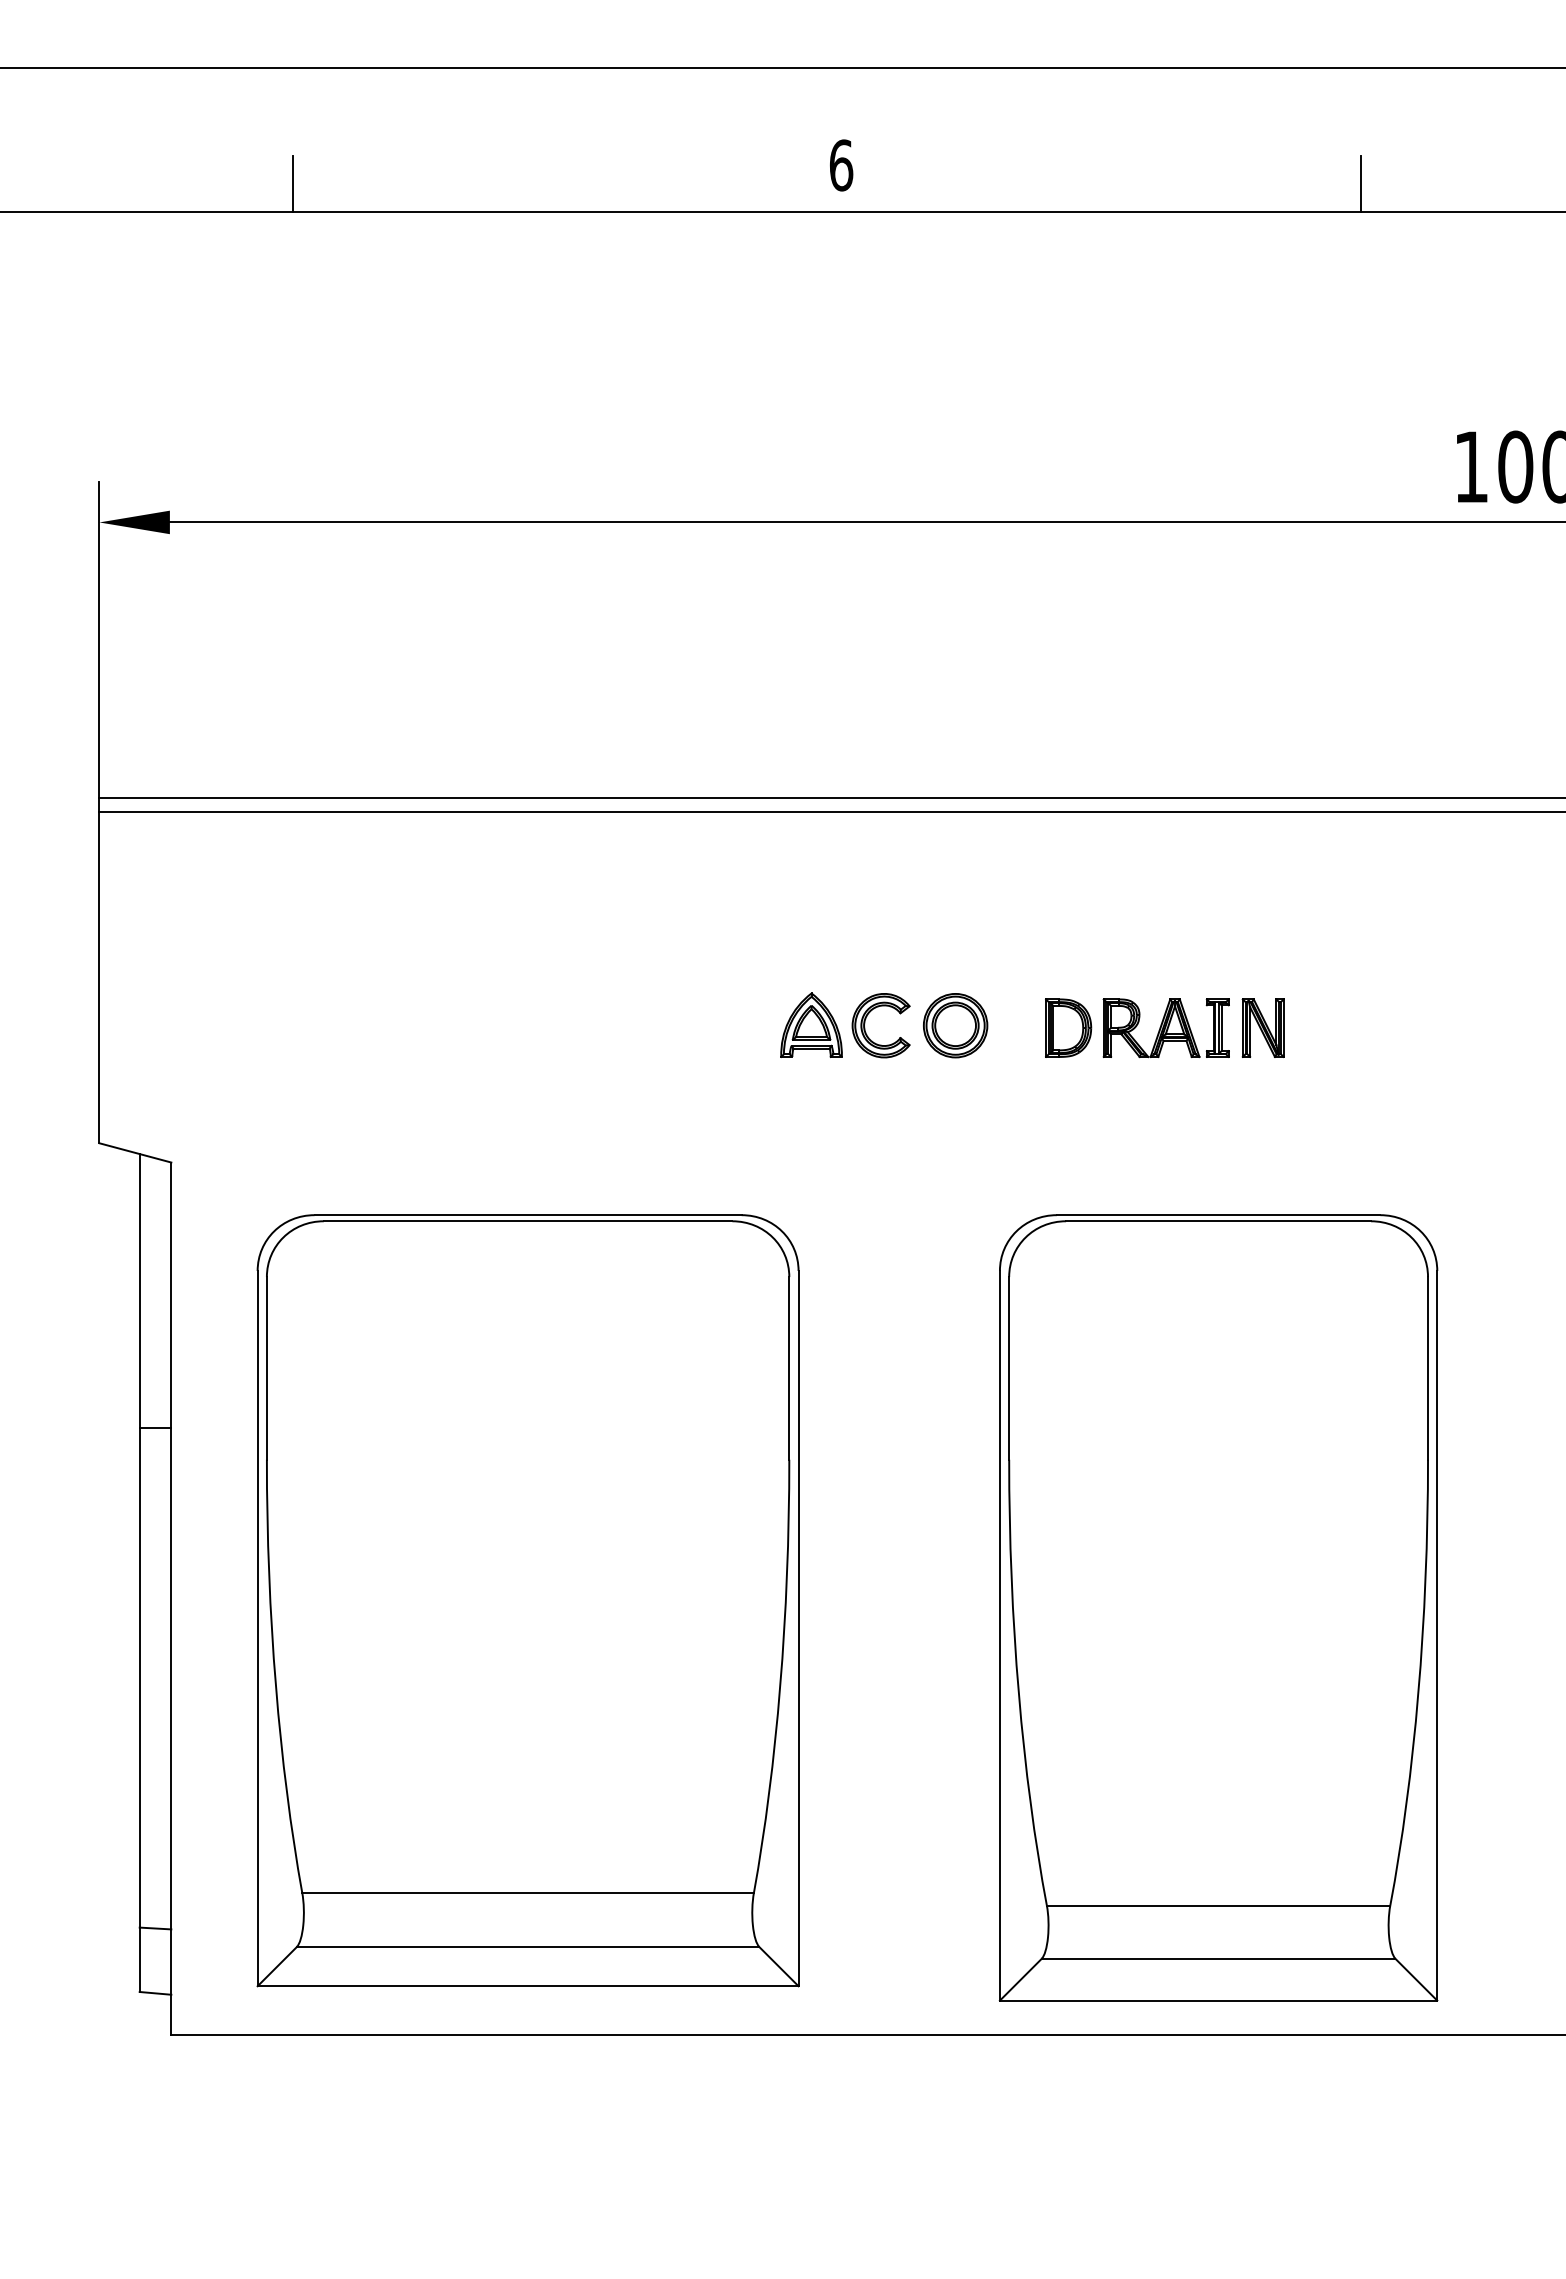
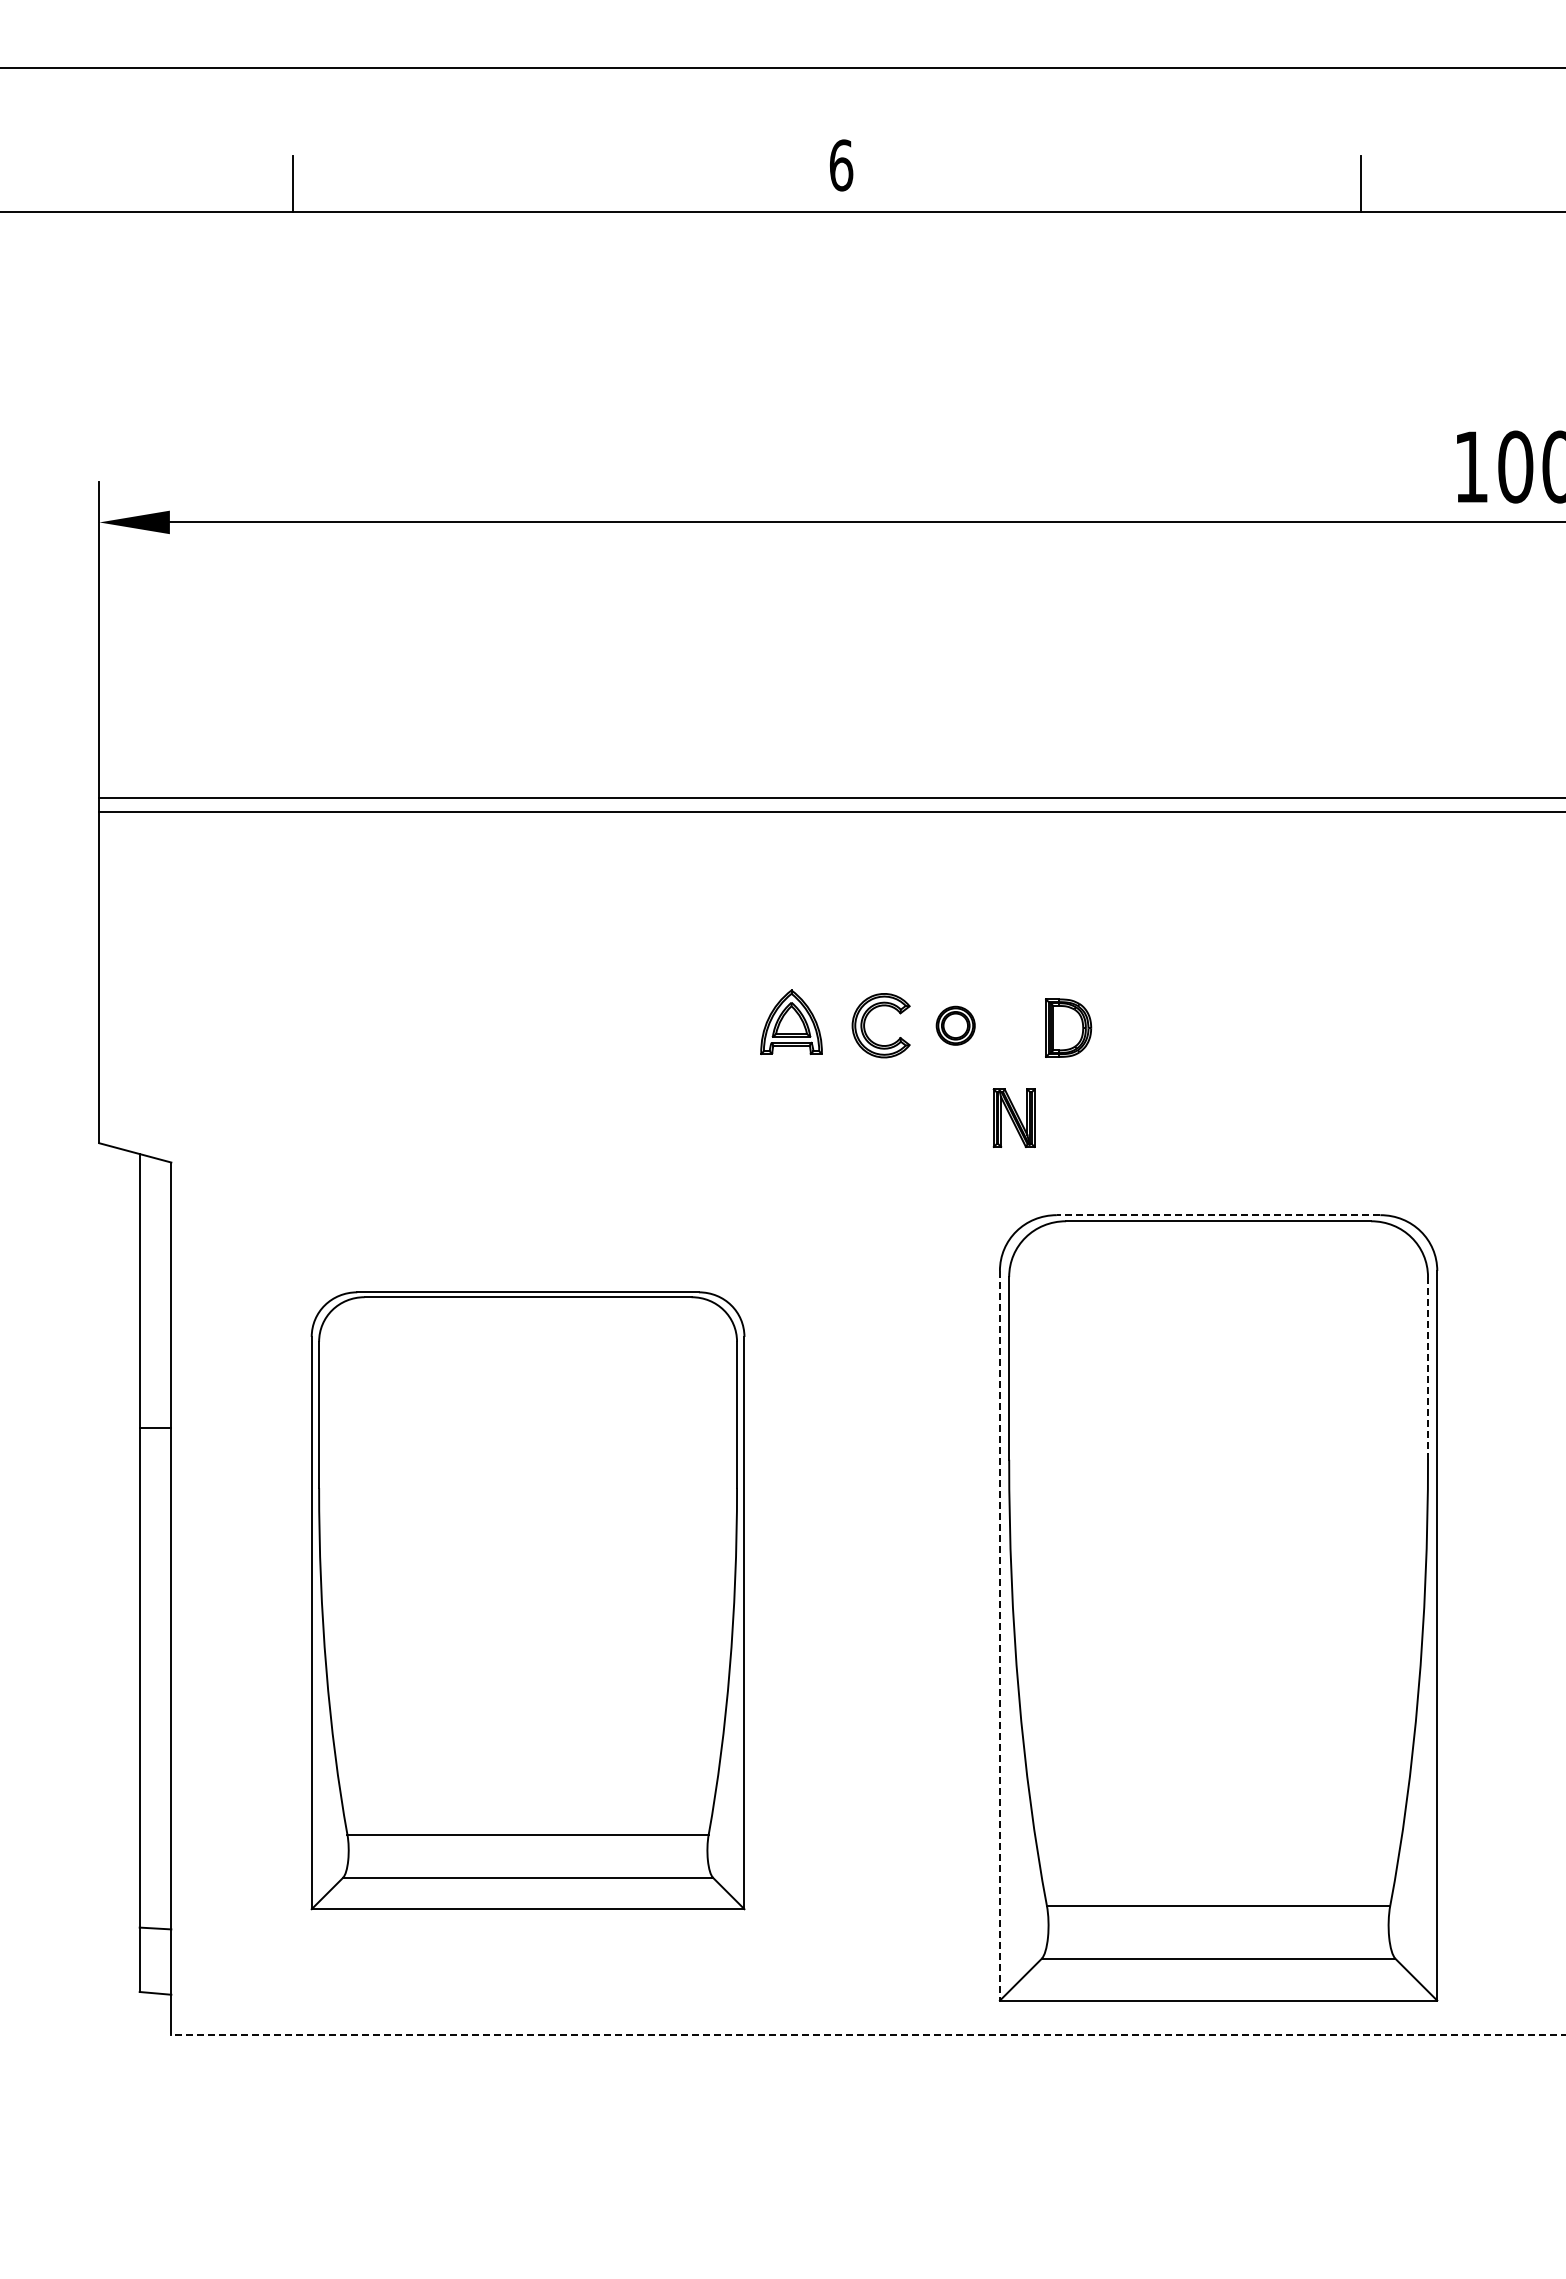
part at (811, 1024) position: (811, 1024) -> (791, 1021)
part at (955, 1025) size: 66x66 px -> 41x41 px
part at (1262, 1027) position: (1262, 1027) -> (1013, 1117)
part at (1165, 1028): present -> none
line at (1218, 1215): solid -> dashed
line at (1428, 1367): solid -> dashed
part at (527, 1600) size: 544x774 px -> 436x620 px
line at (999, 1635): solid -> dashed
line at (868, 2035): solid -> dashed
